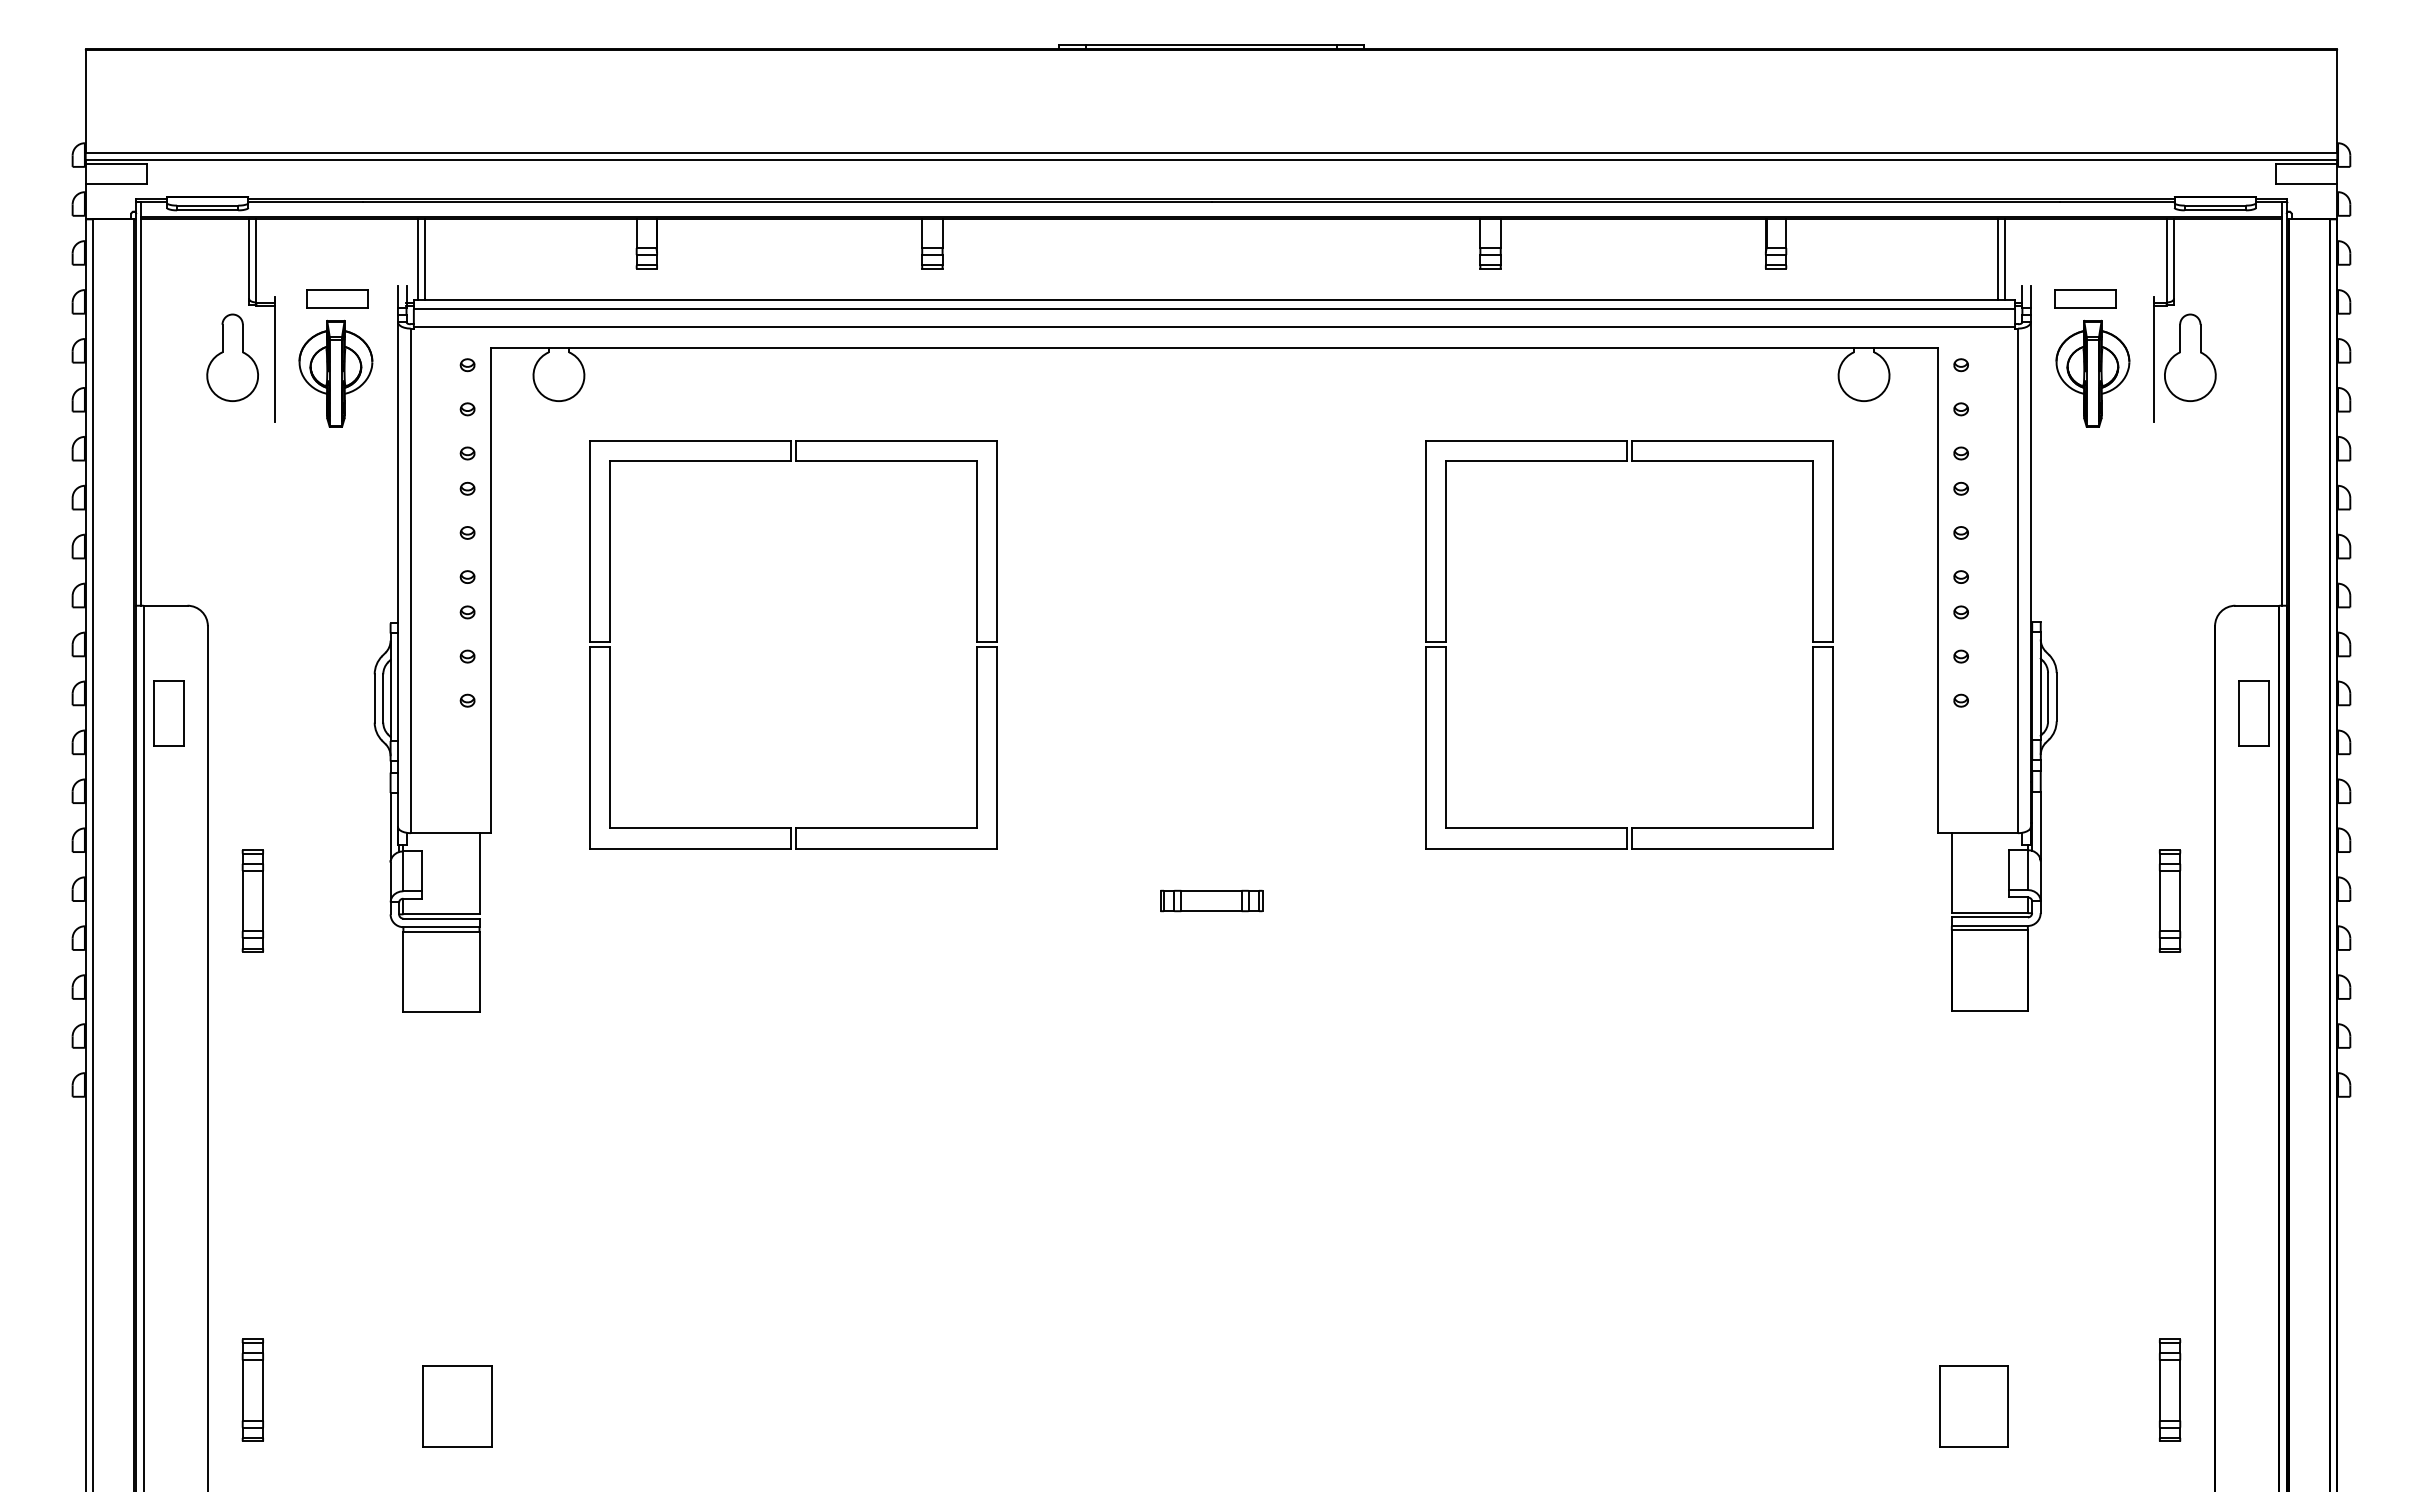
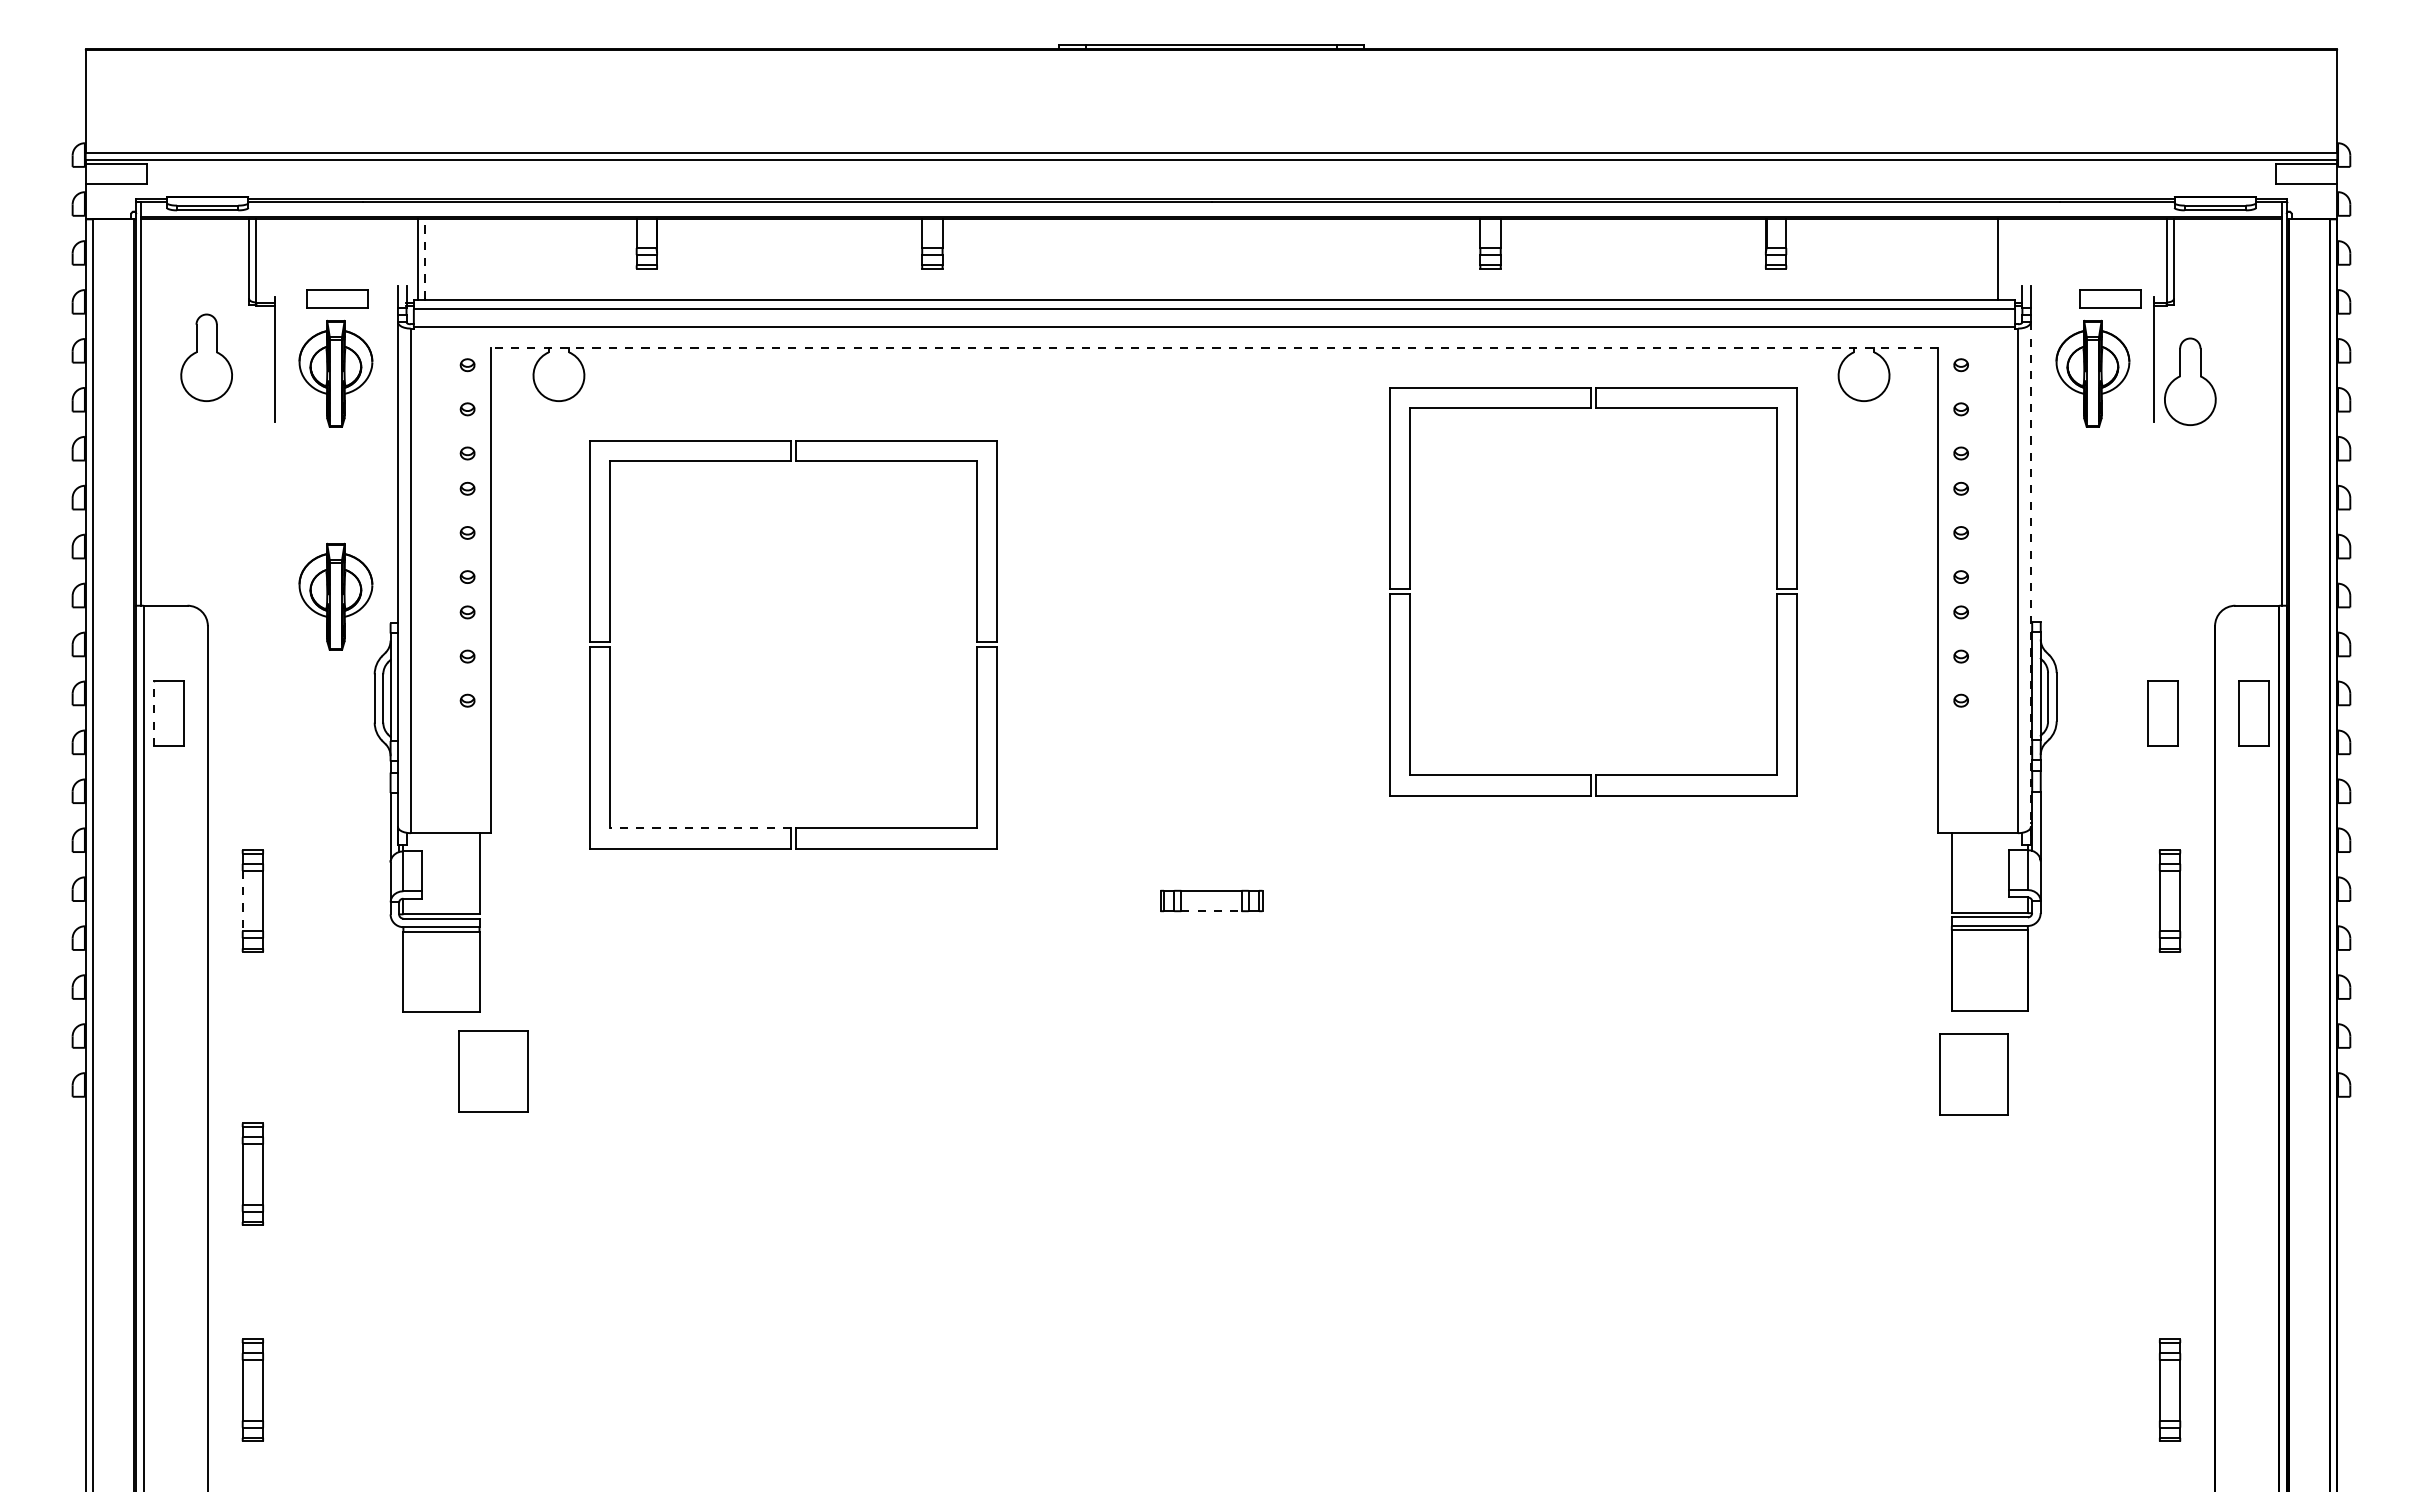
line at (425, 258): solid -> dashed
line at (2005, 259): present -> none
part at (2085, 298) position: (2085, 298) -> (2110, 298)
line at (1214, 347): solid -> dashed
part at (232, 357) position: (232, 357) -> (206, 357)
part at (2190, 357) position: (2190, 357) -> (2190, 381)
part at (1627, 461) position: (1627, 461) -> (1591, 408)
line at (2030, 583): solid -> dashed
part at (335, 596): none -> present
line at (153, 713): solid -> dashed
part at (2162, 713): none -> present
line at (700, 828): solid -> dashed
line at (242, 901): solid -> dashed
line at (1211, 911): solid -> dashed
part at (252, 1173): none -> present
part at (457, 1406) position: (457, 1406) -> (493, 1071)
part at (1973, 1406) position: (1973, 1406) -> (1973, 1074)
